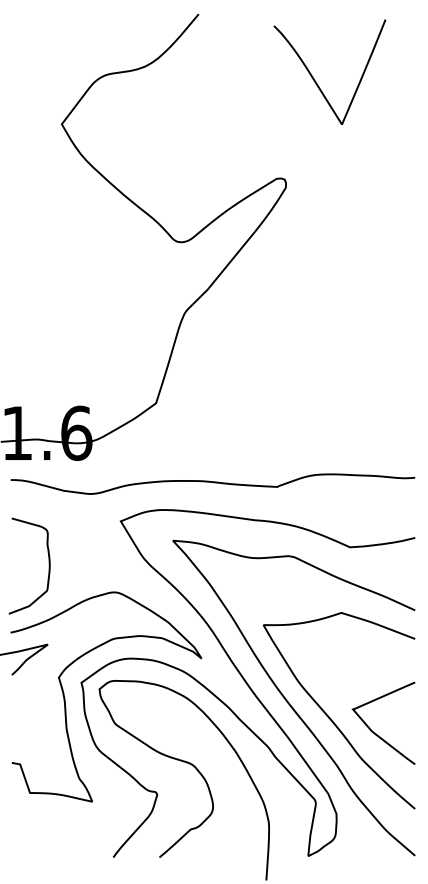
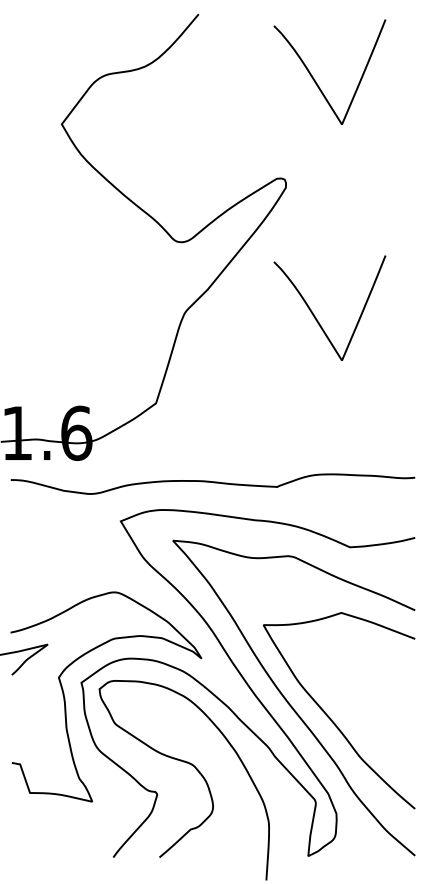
curve at (316, 317): none -> present
curve at (48, 565): present -> none
curve at (375, 732): present -> none
